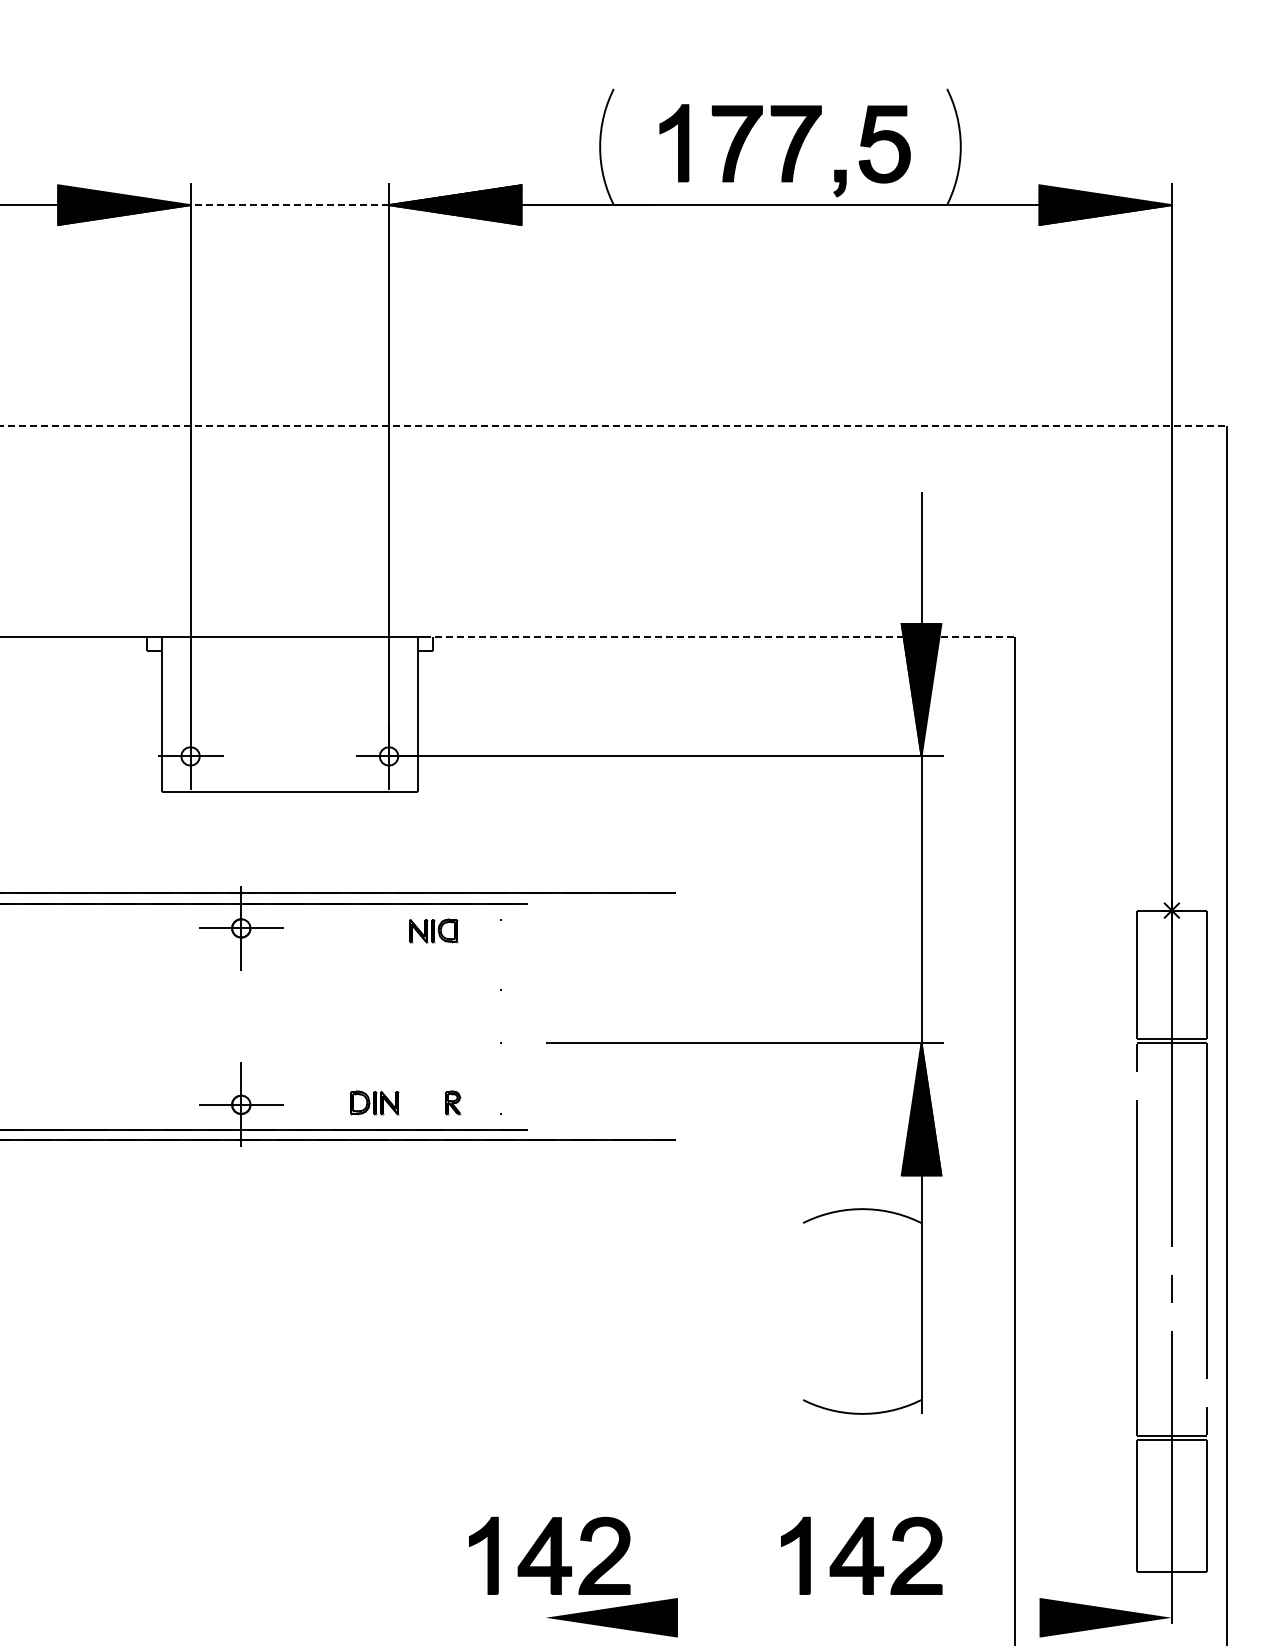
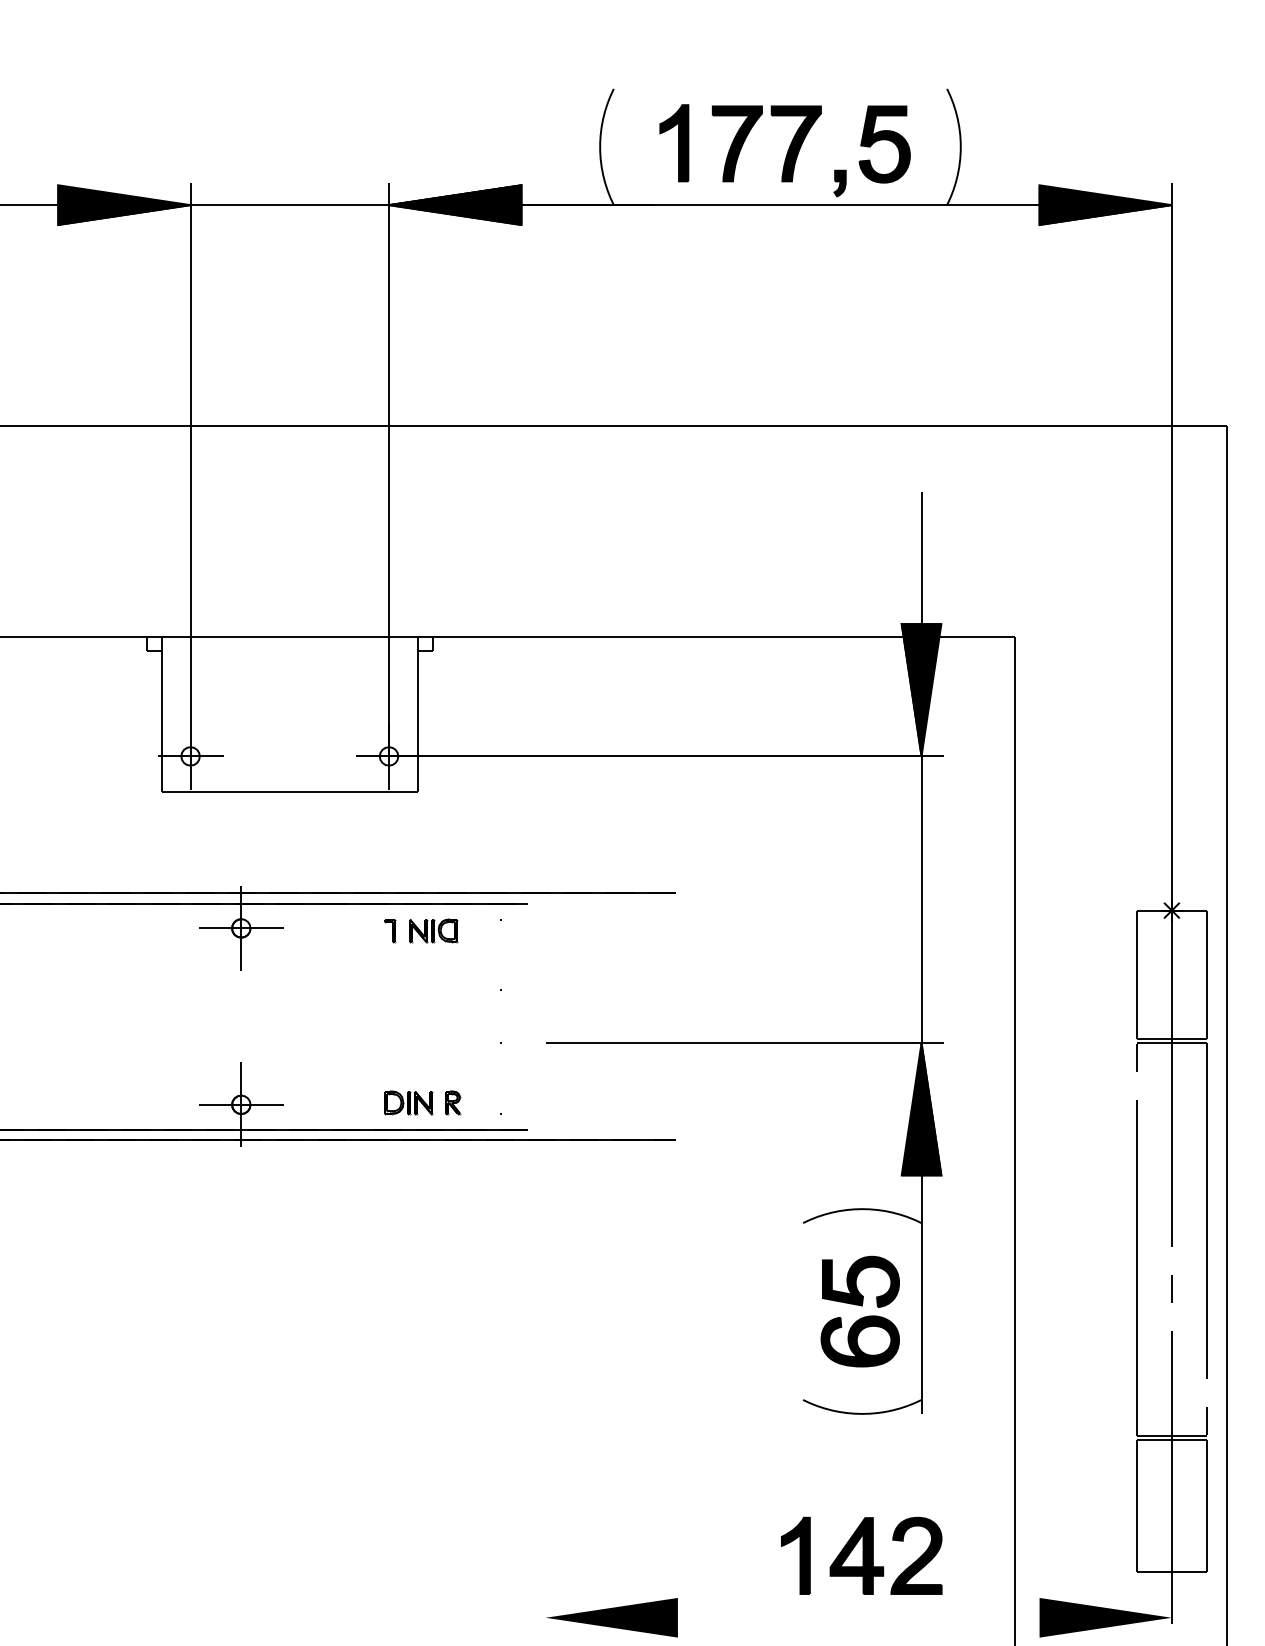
line at (289, 205): dashed -> solid
line at (614, 425): dashed -> solid
line at (720, 637): dashed -> solid
part at (390, 931): none -> present
part at (374, 1102) position: (374, 1102) -> (408, 1102)
part at (859, 1311): none -> present
part at (549, 1555): present -> none
